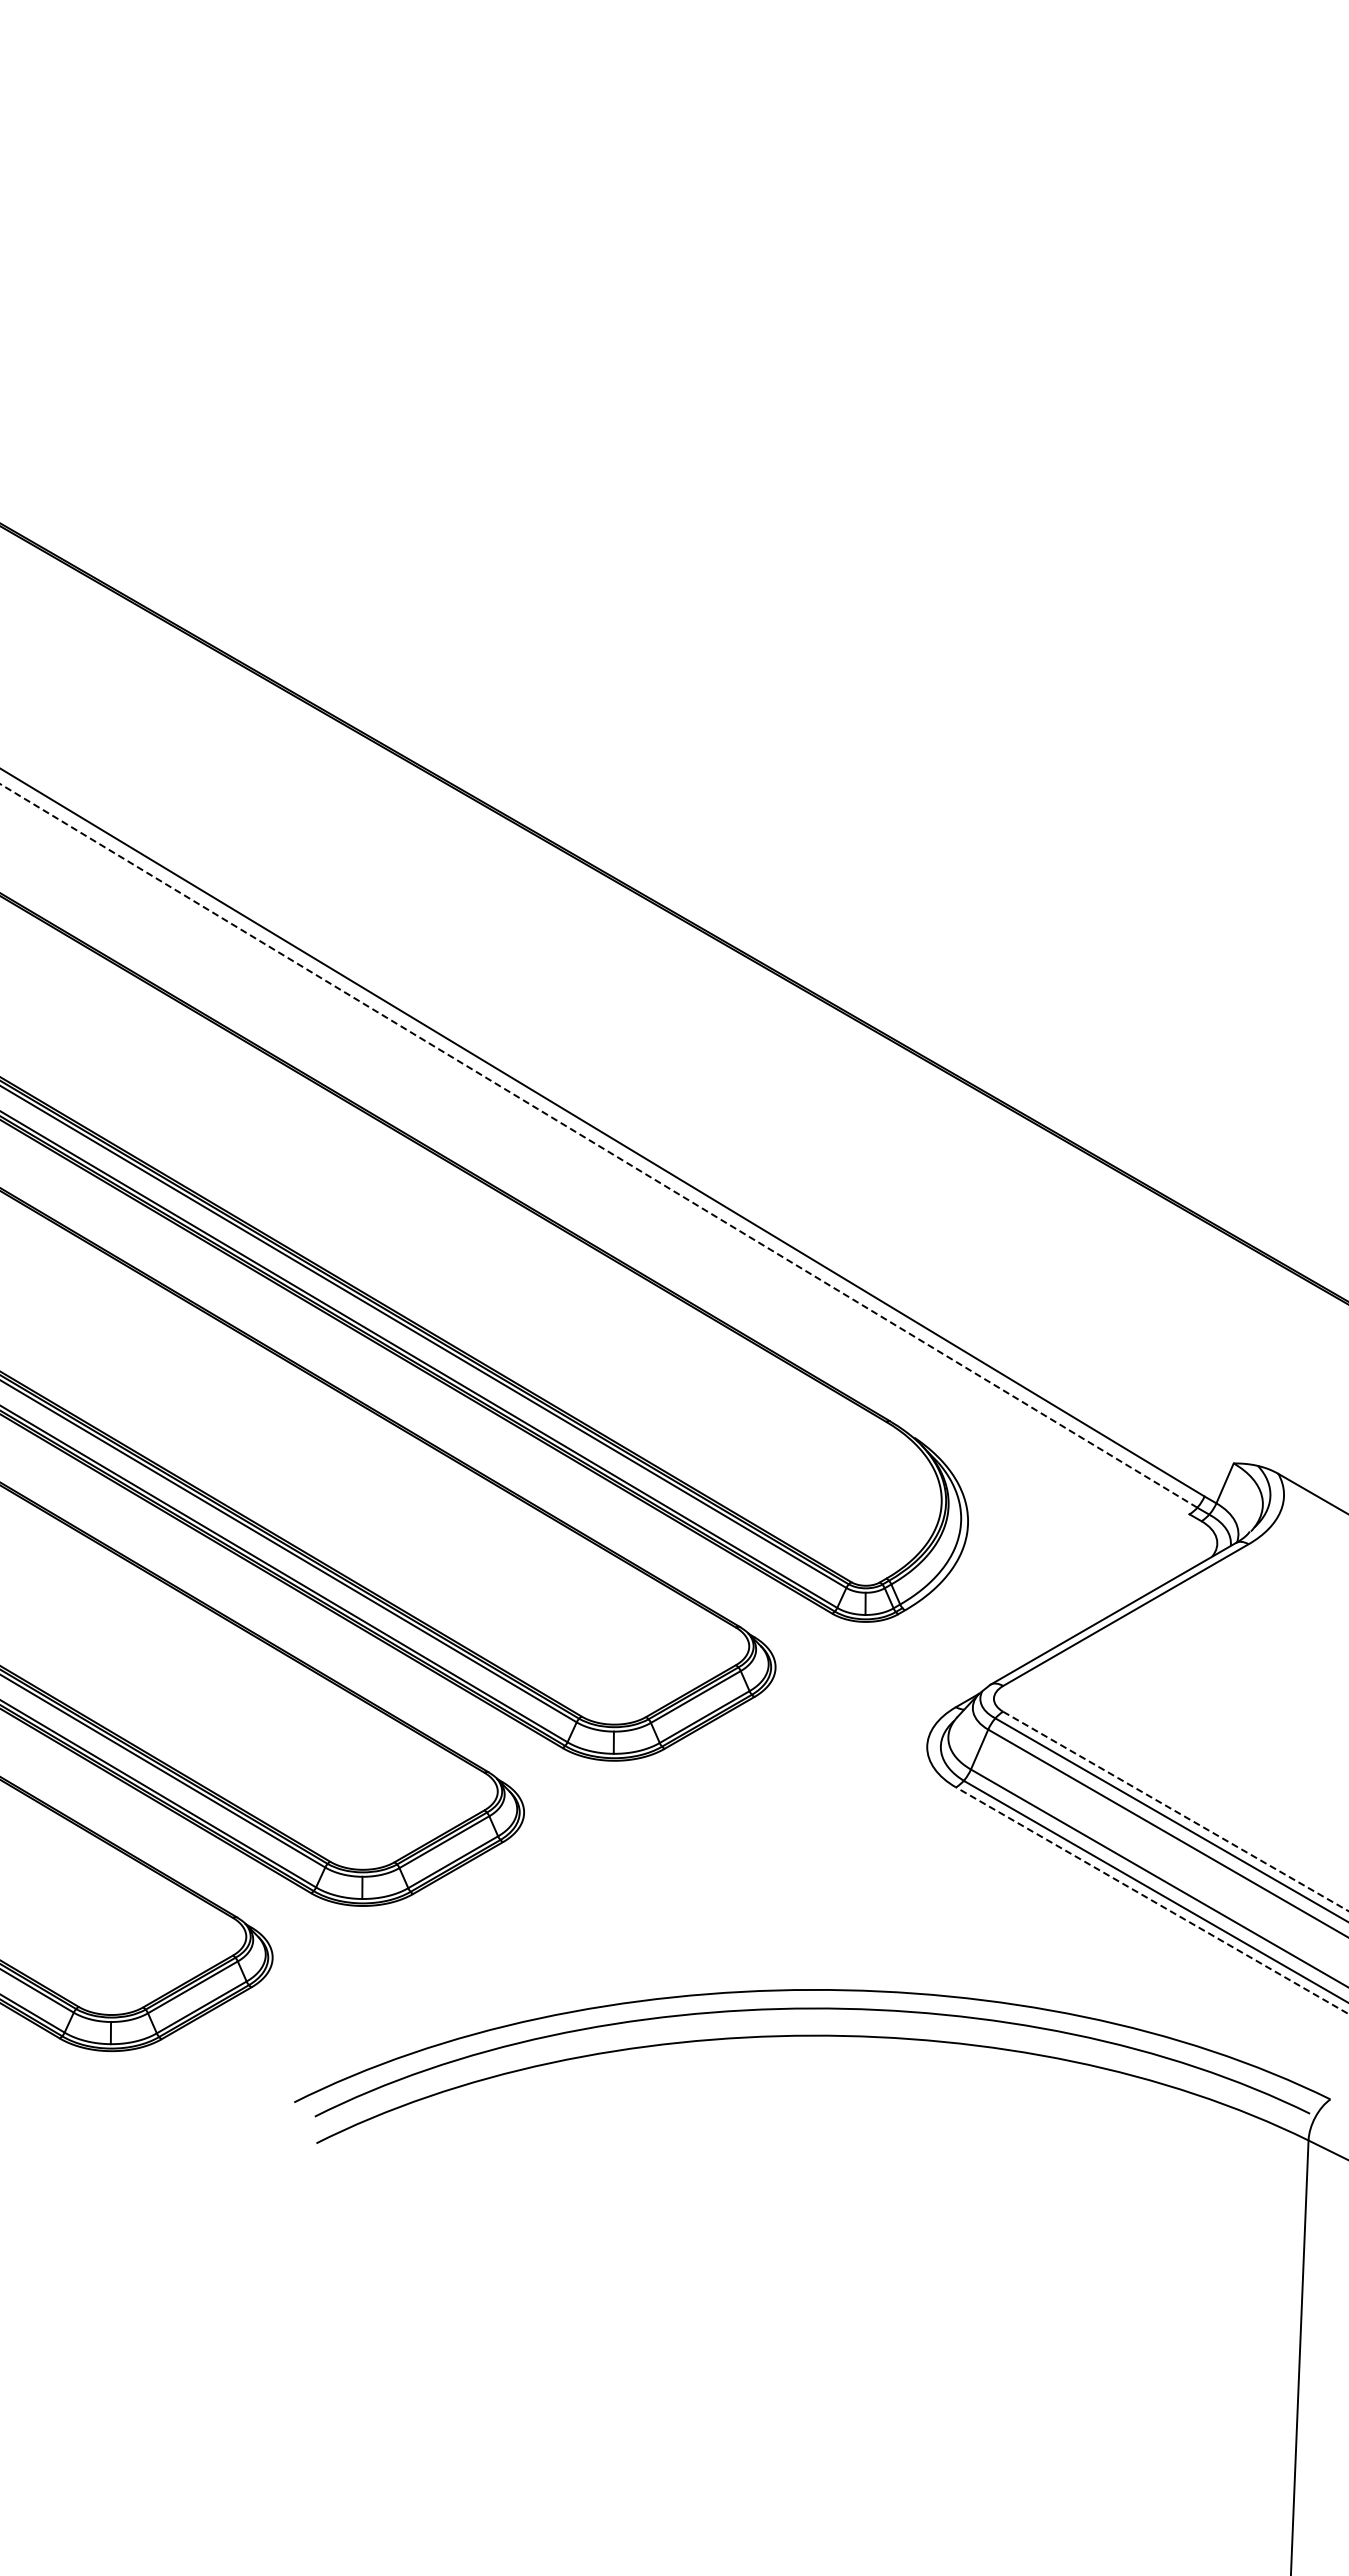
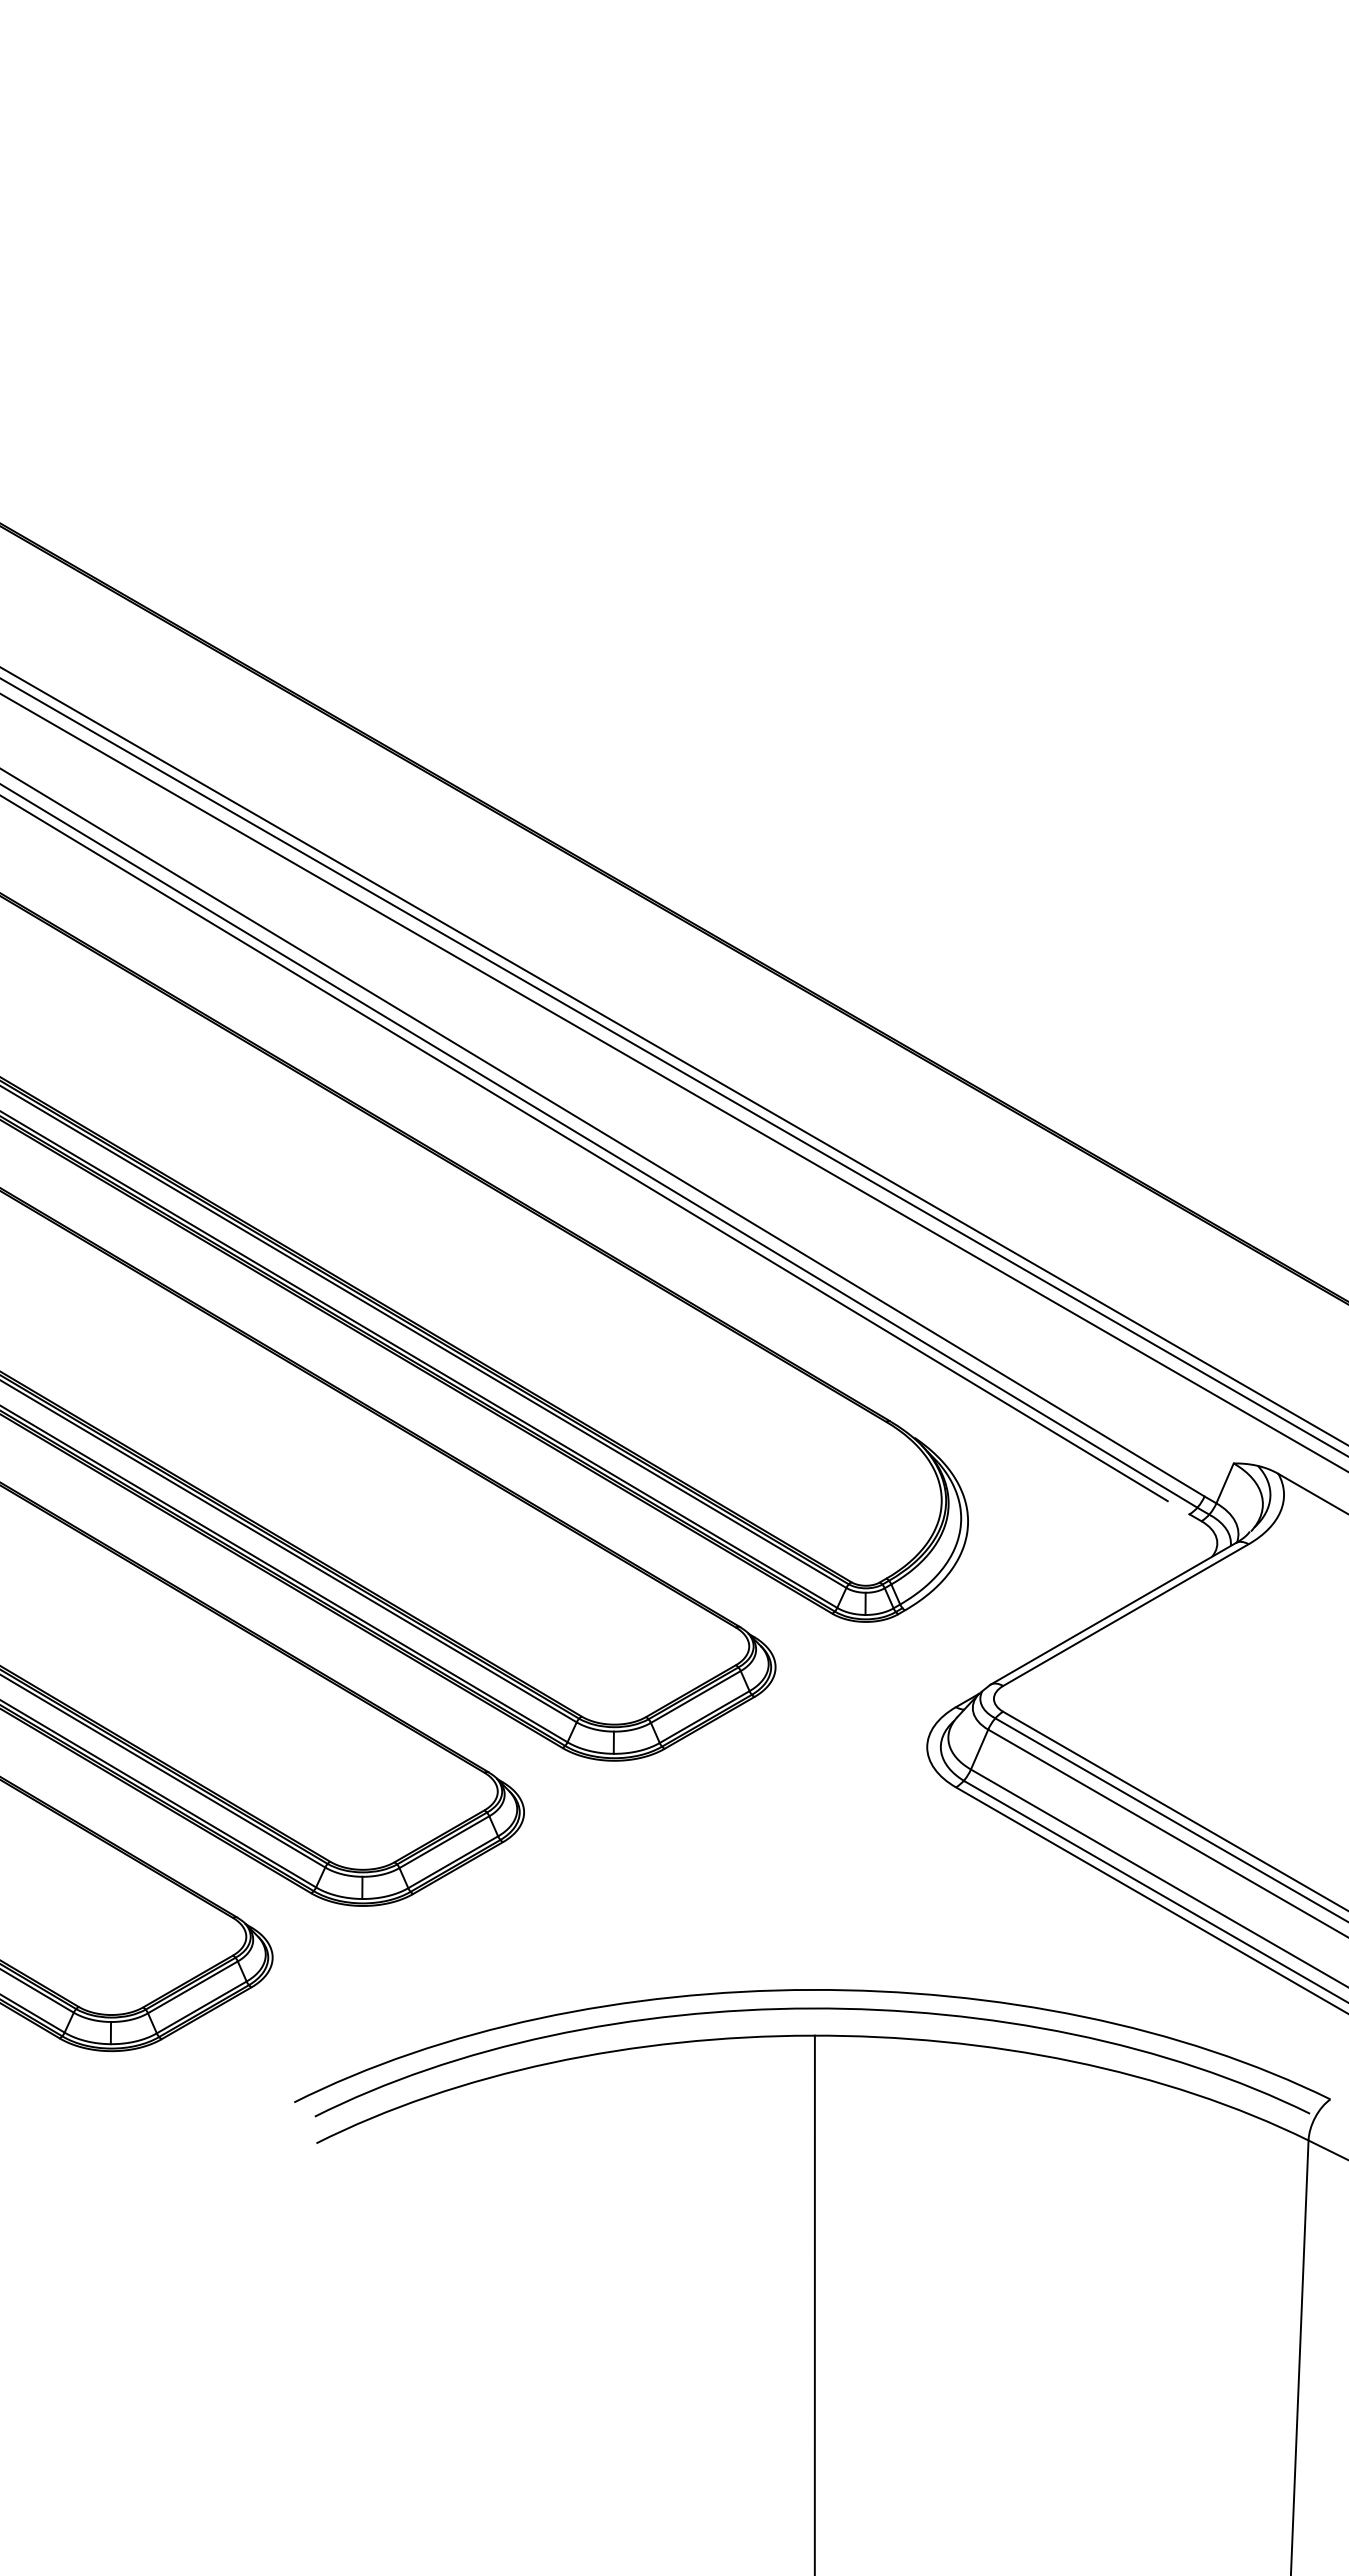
line at (673, 1055): none -> present
line at (673, 1066): none -> present
line at (673, 1082): none -> present
line at (598, 1145): dashed -> solid
line at (584, 1148): none -> present
line at (1176, 1811): dashed -> solid
line at (1151, 1900): dashed -> solid
line at (814, 2303): none -> present
